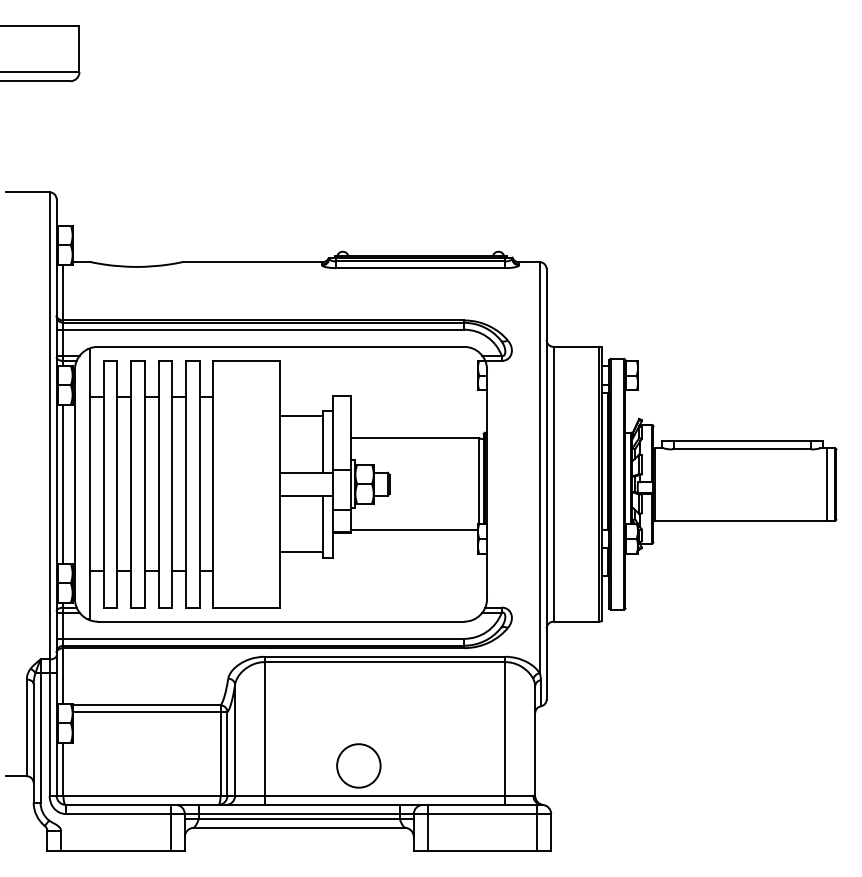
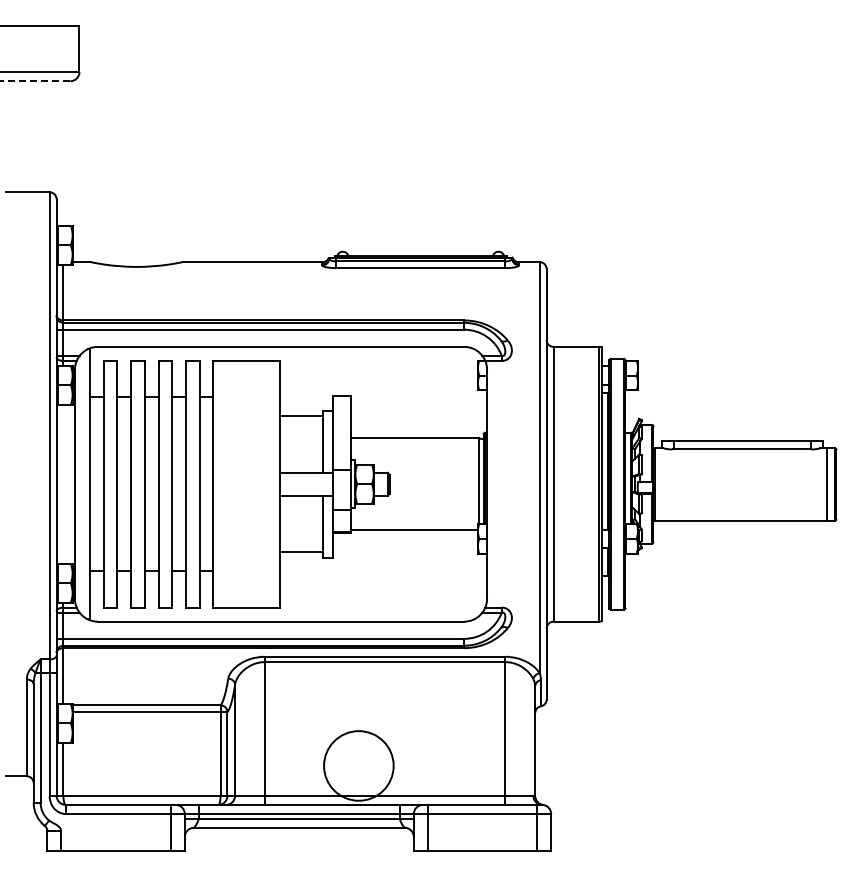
line at (35, 81): solid -> dashed
line at (63, 483): present -> none
circle at (358, 765) diameter: 44 px -> 70 px
